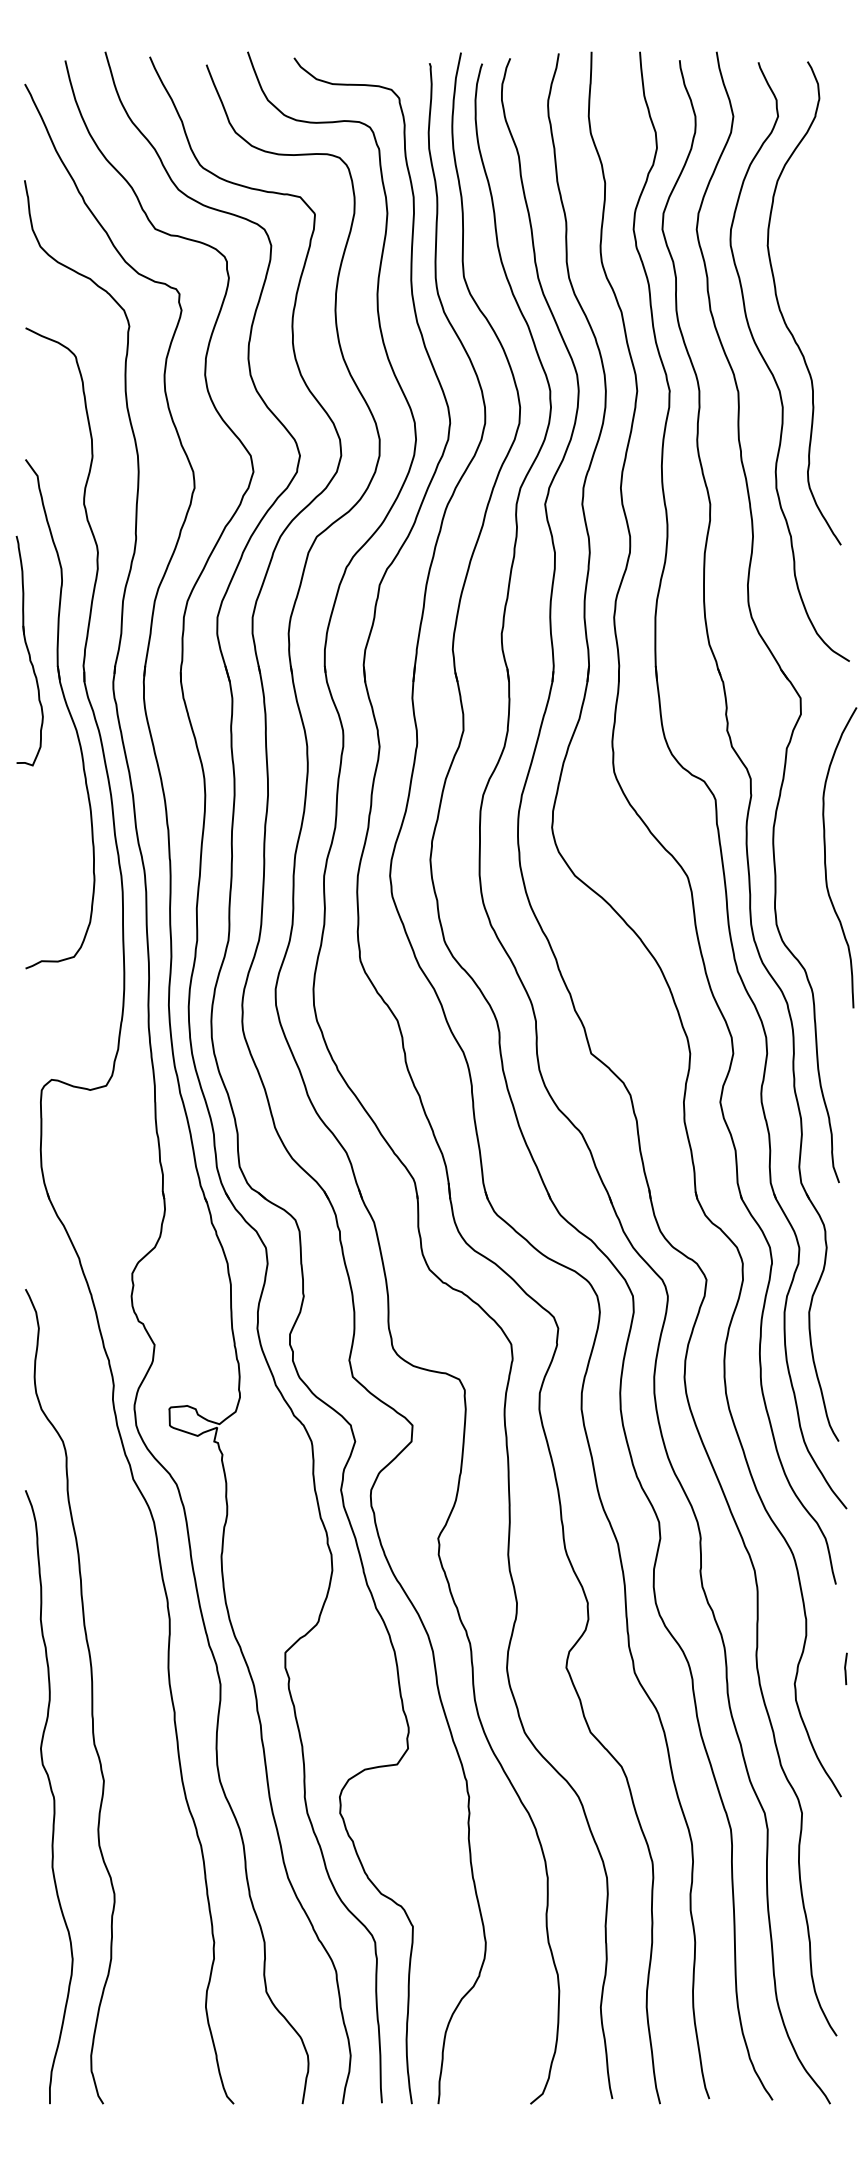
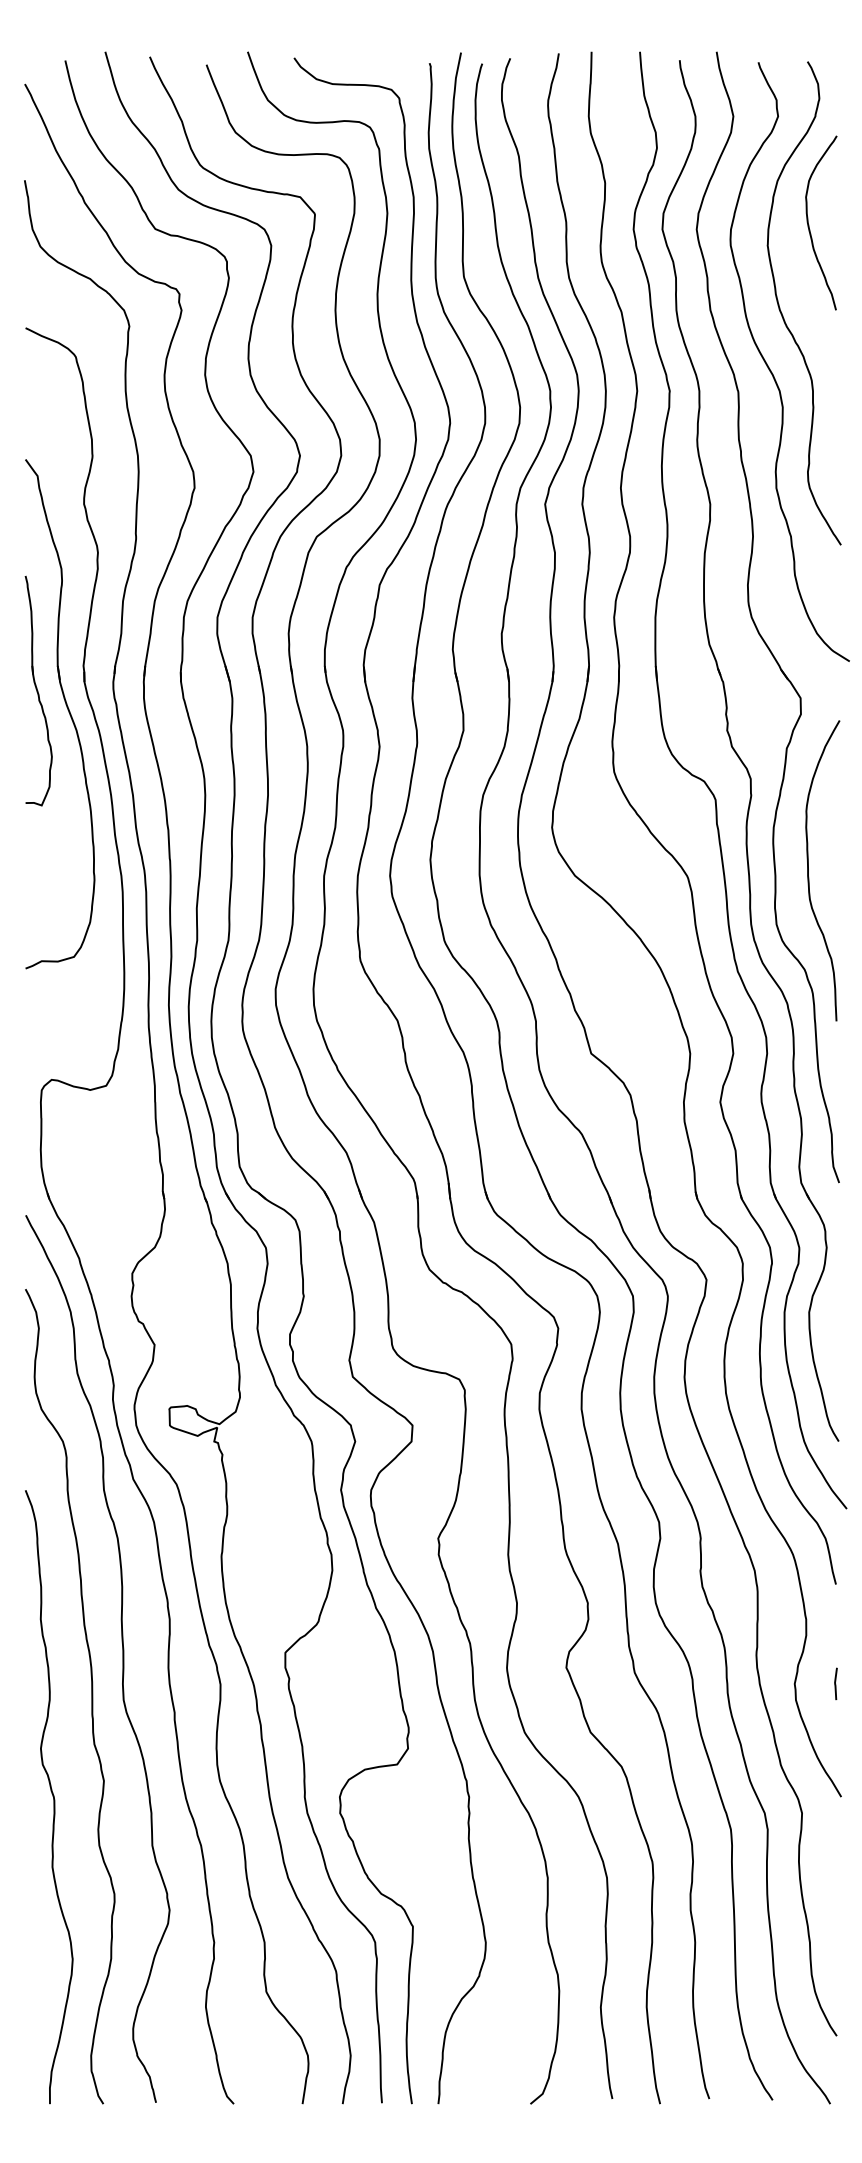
curve at (809, 224): none -> present
part at (29, 650) position: (29, 650) -> (38, 690)
curve at (825, 857) position: (825, 857) -> (808, 870)
curve at (122, 1658): none -> present
line at (845, 1668) position: (845, 1668) -> (835, 1683)
